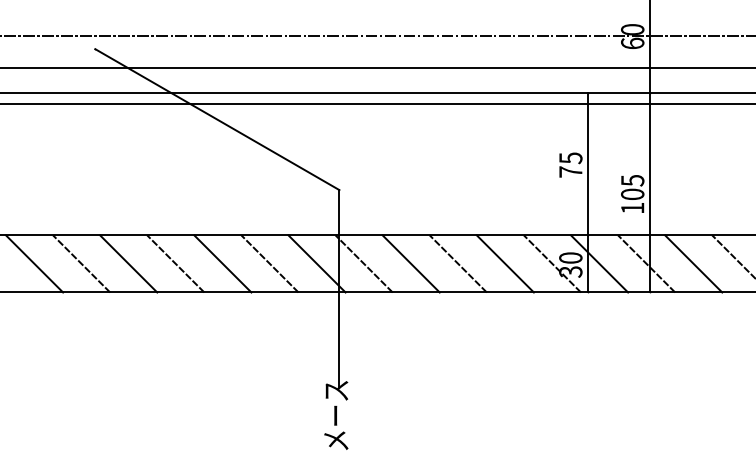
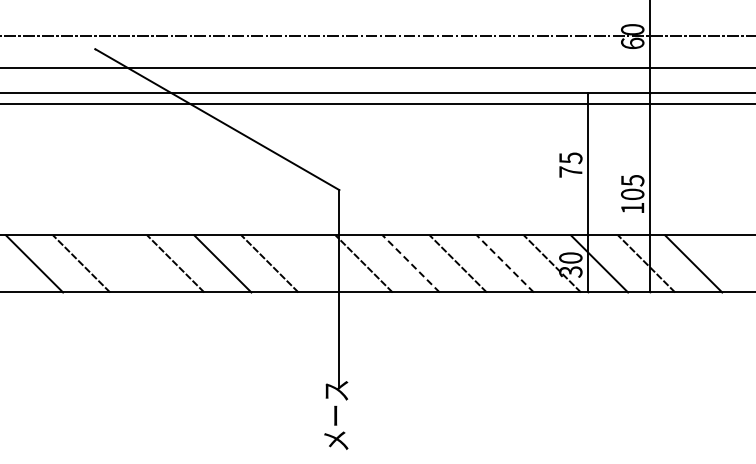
line at (732, 255): present -> none
line at (128, 263): present -> none
line at (316, 263): present -> none
line at (410, 263): solid -> dashed
line at (505, 263): solid -> dashed
